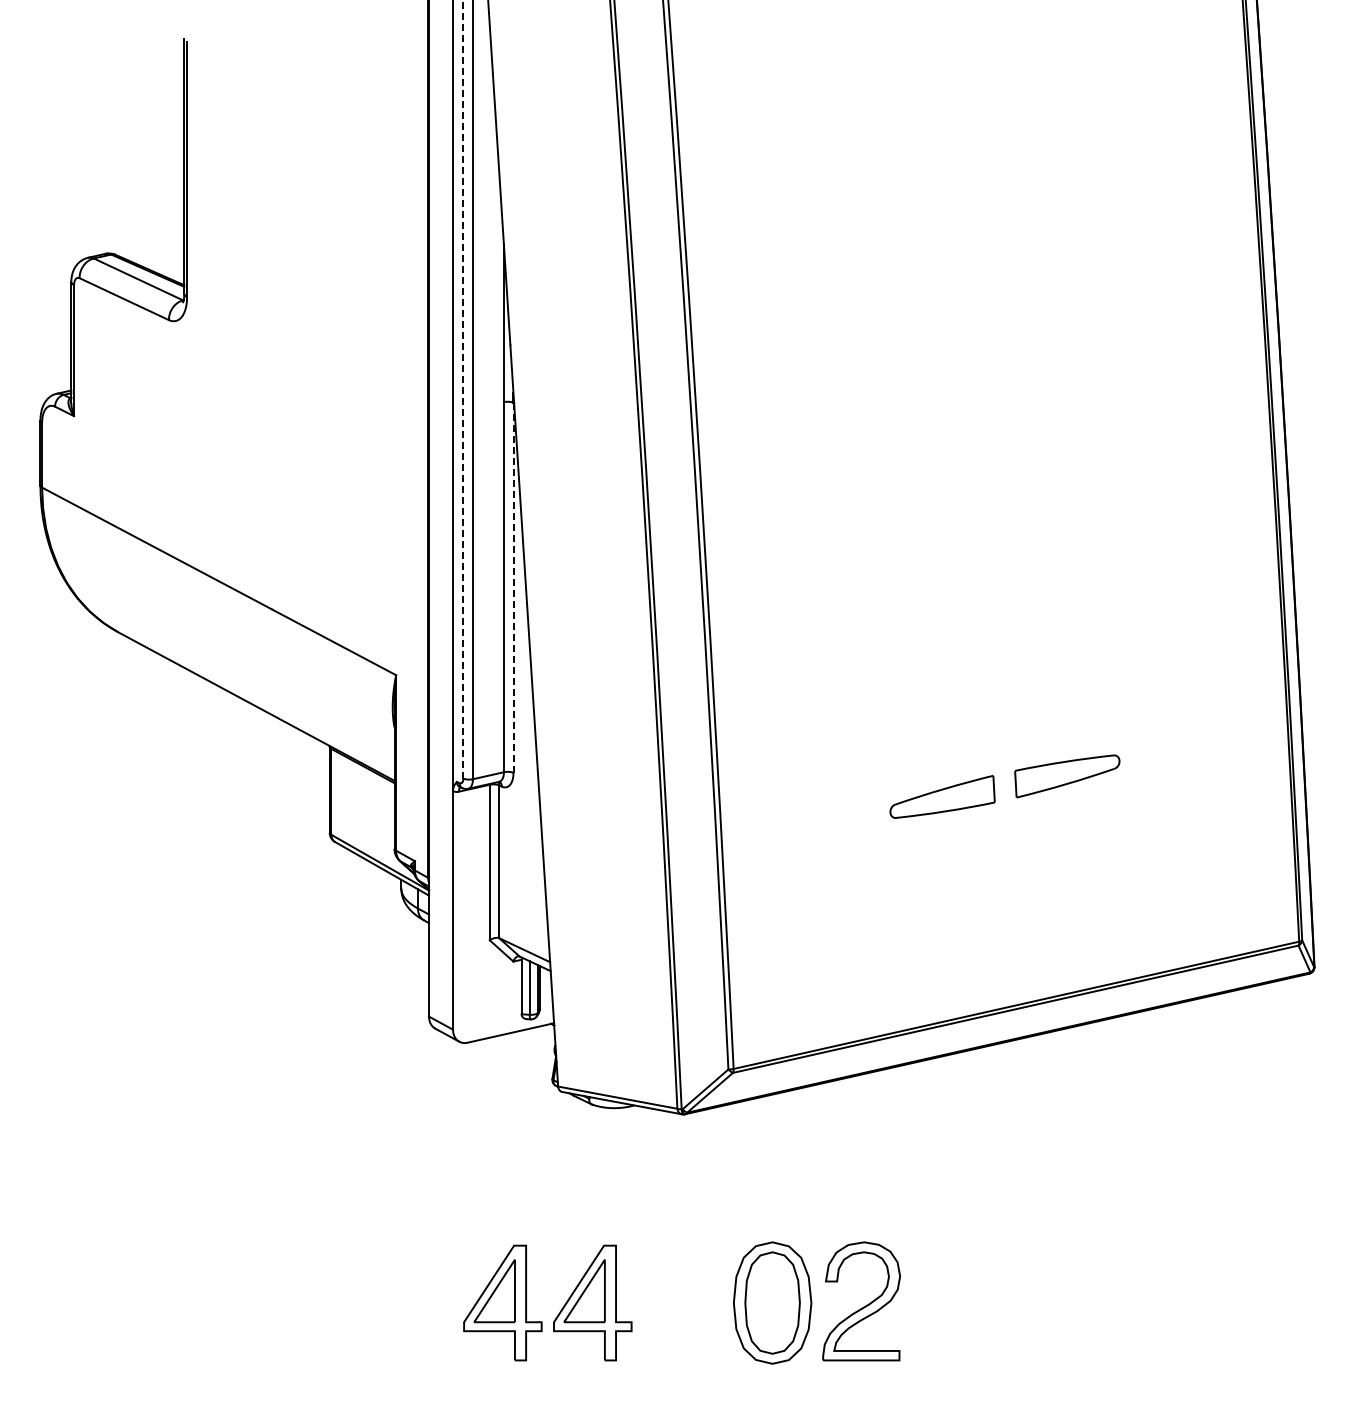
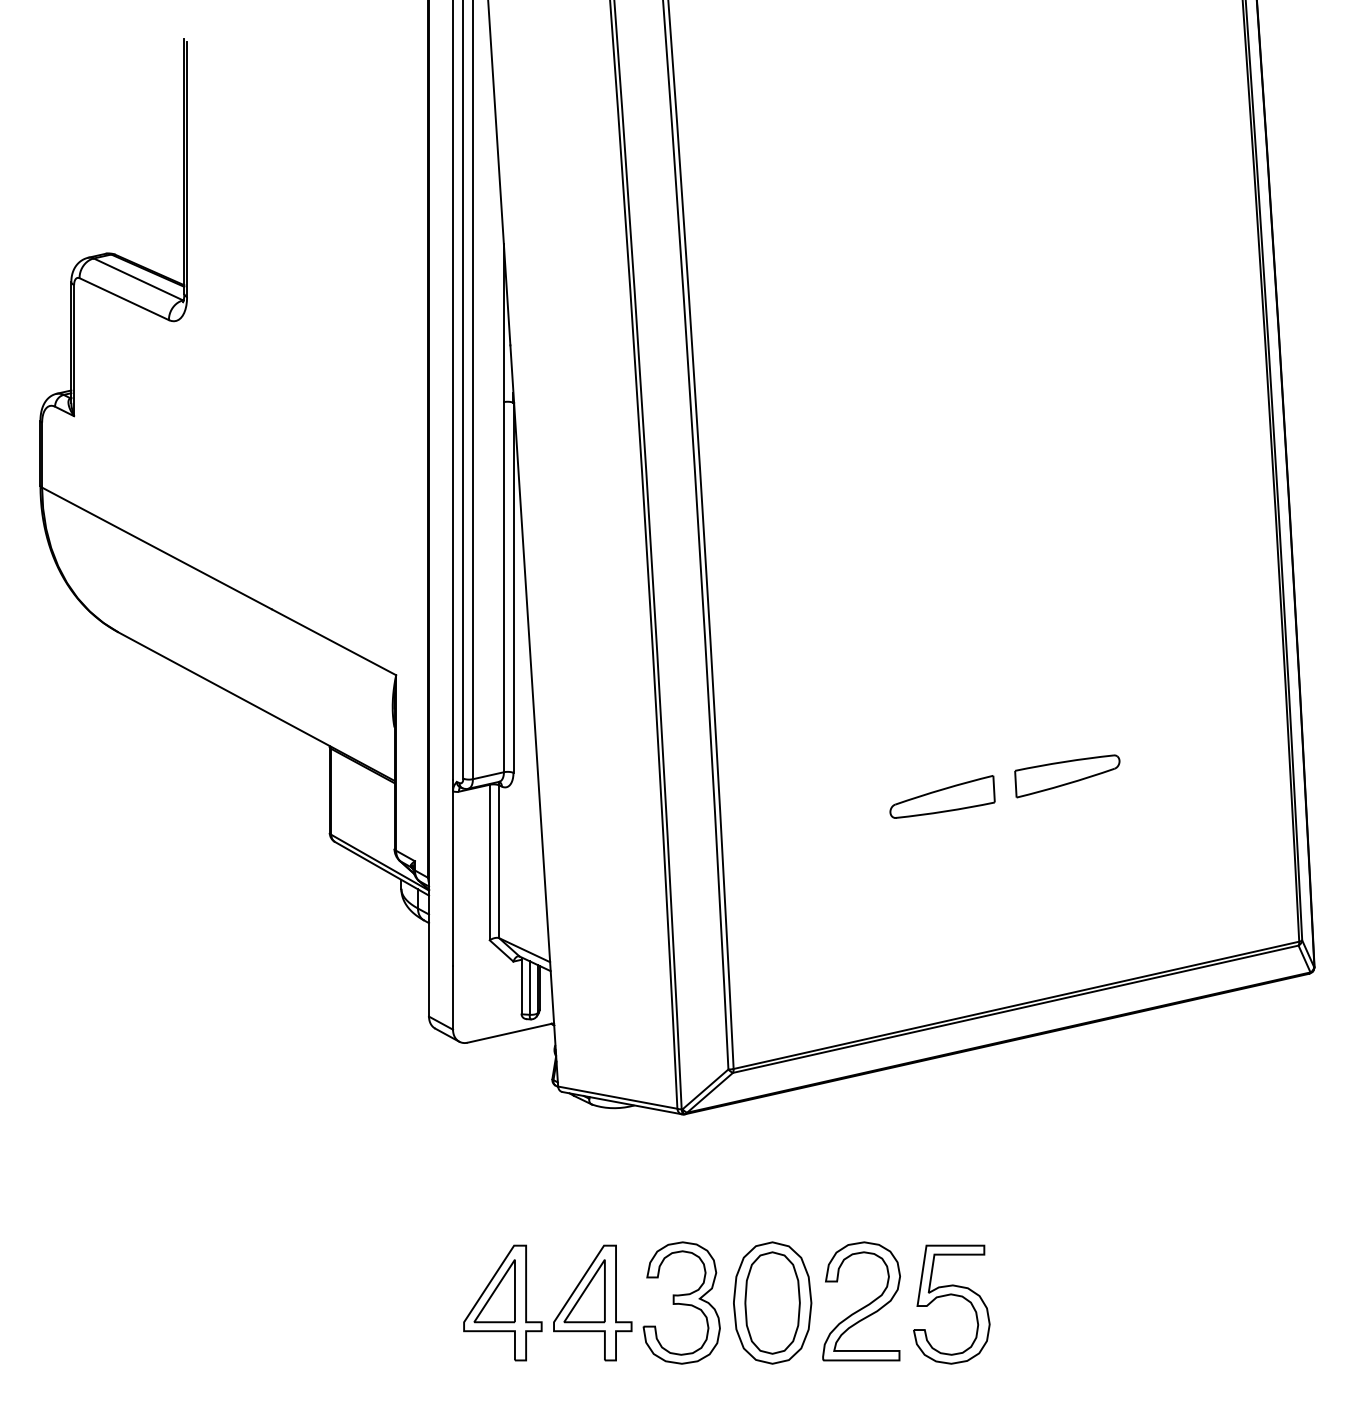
line at (463, 389): dashed -> solid
line at (513, 587): dashed -> solid
part at (955, 1296): none -> present
part at (681, 1302): none -> present
